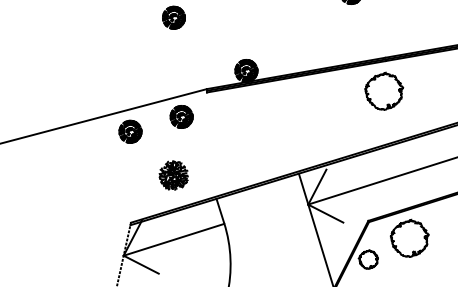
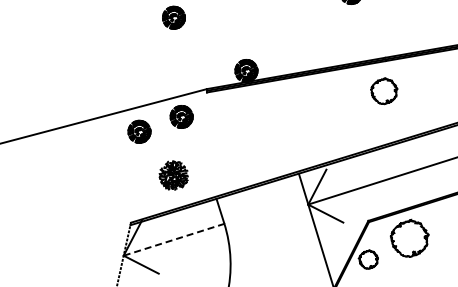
part at (384, 90) size: 41x40 px -> 29x29 px
part at (130, 131) position: (130, 131) -> (139, 131)
line at (173, 239): solid -> dashed
